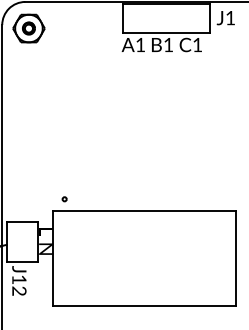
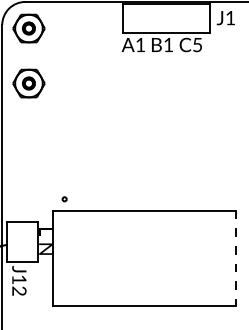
text at (197, 45): C1 -> C5
part at (28, 83): none -> present
line at (235, 258): solid -> dashed
